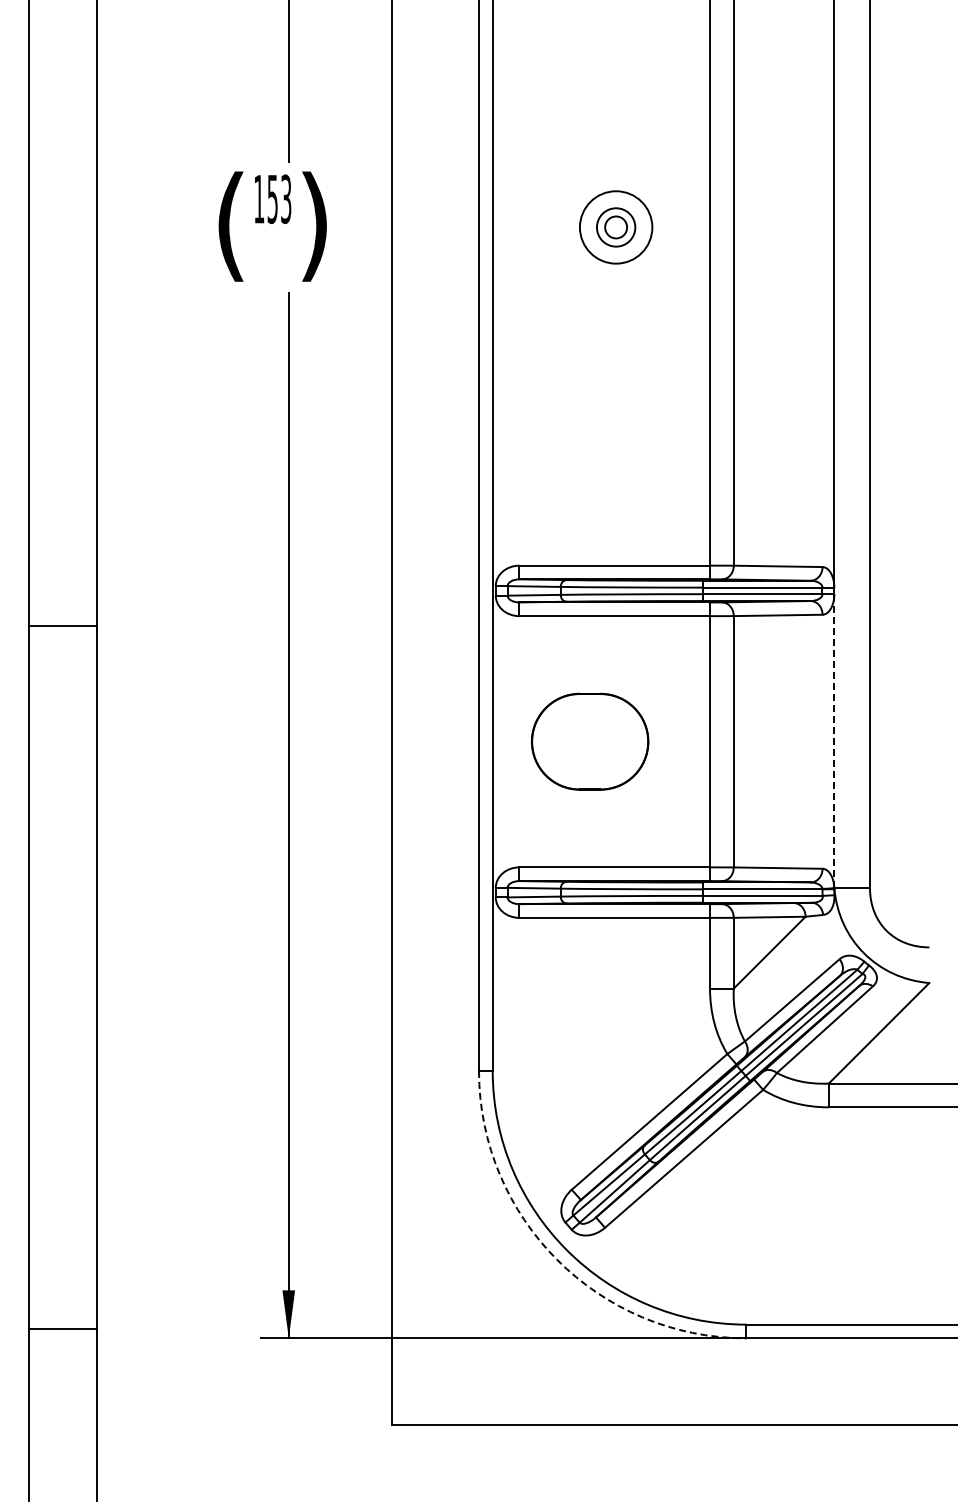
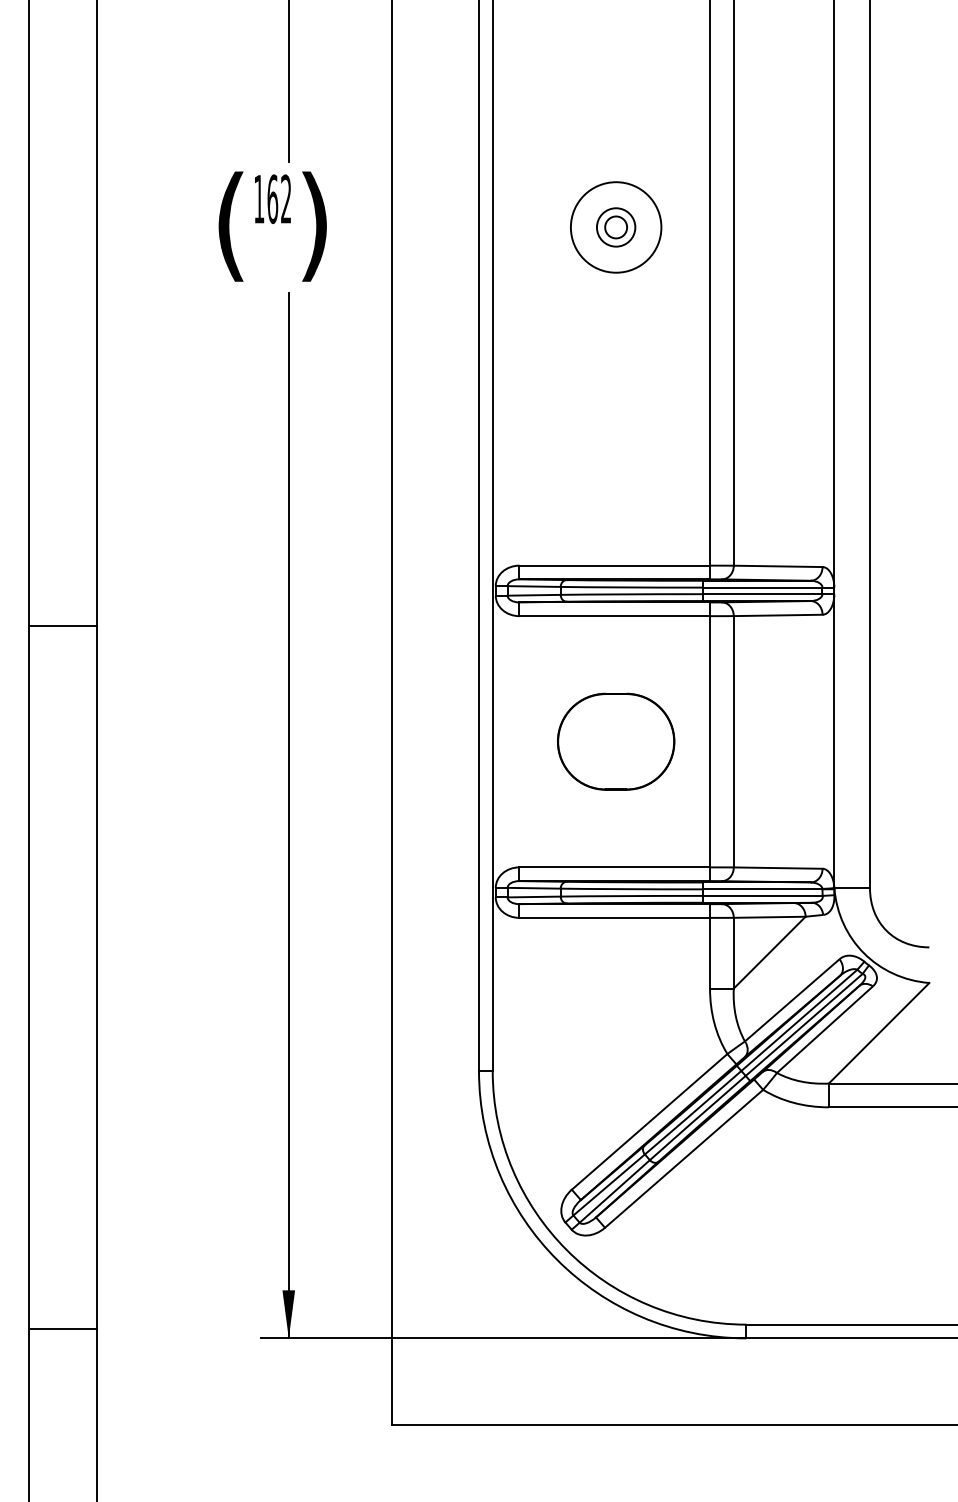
text at (279, 199): 153 -> 162
circle at (615, 227) diameter: 72 px -> 91 px
part at (590, 741) position: (590, 741) -> (616, 741)
line at (834, 741): dashed -> solid
arc at (557, 1260): dashed -> solid
